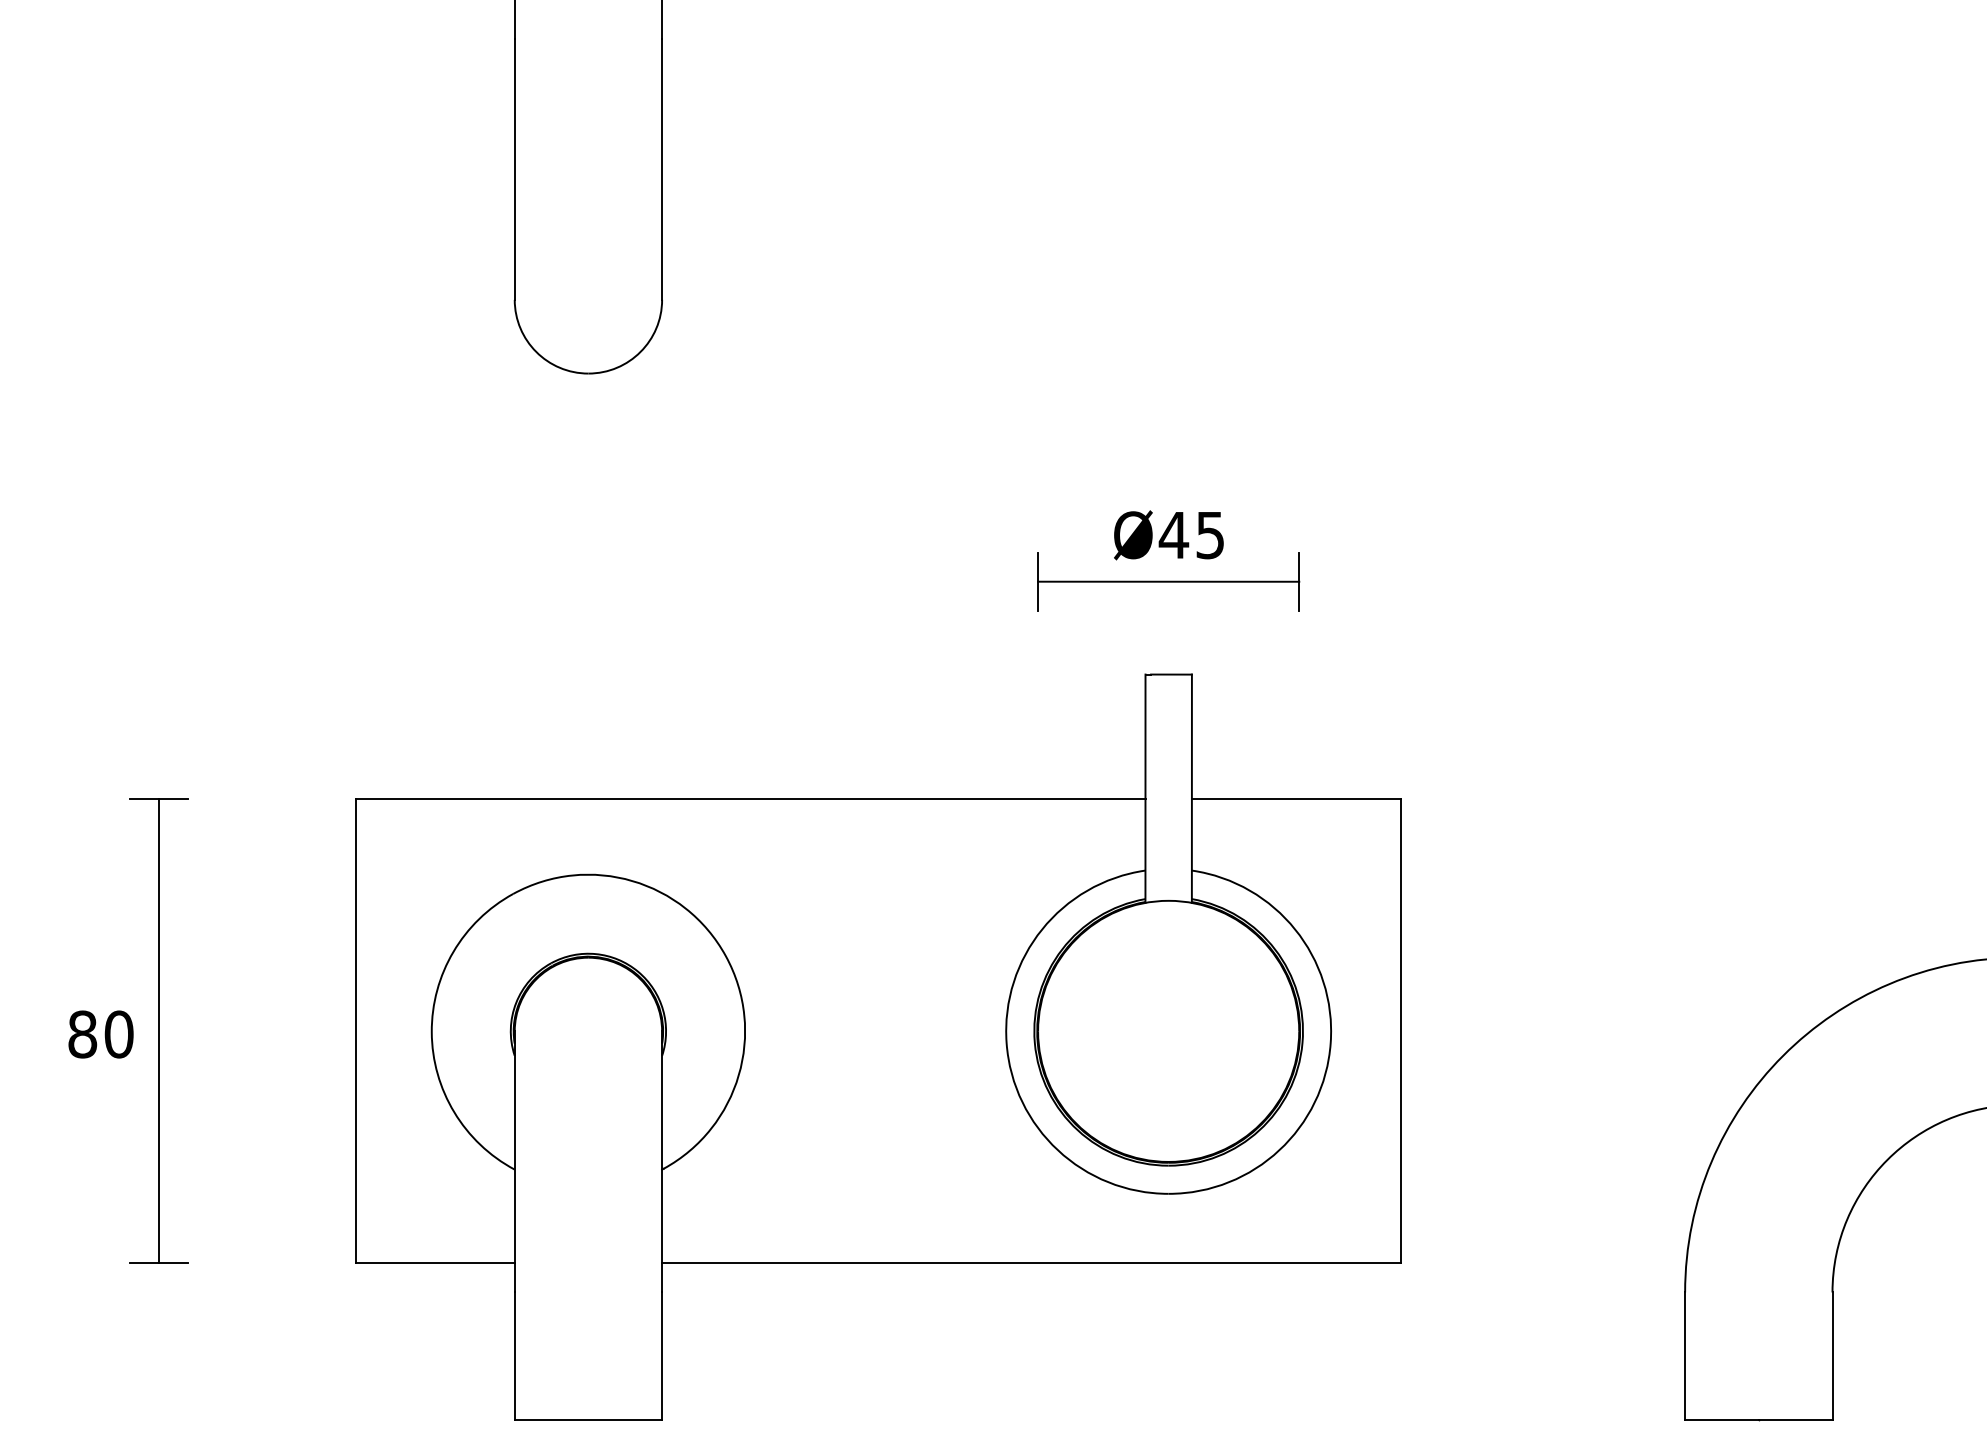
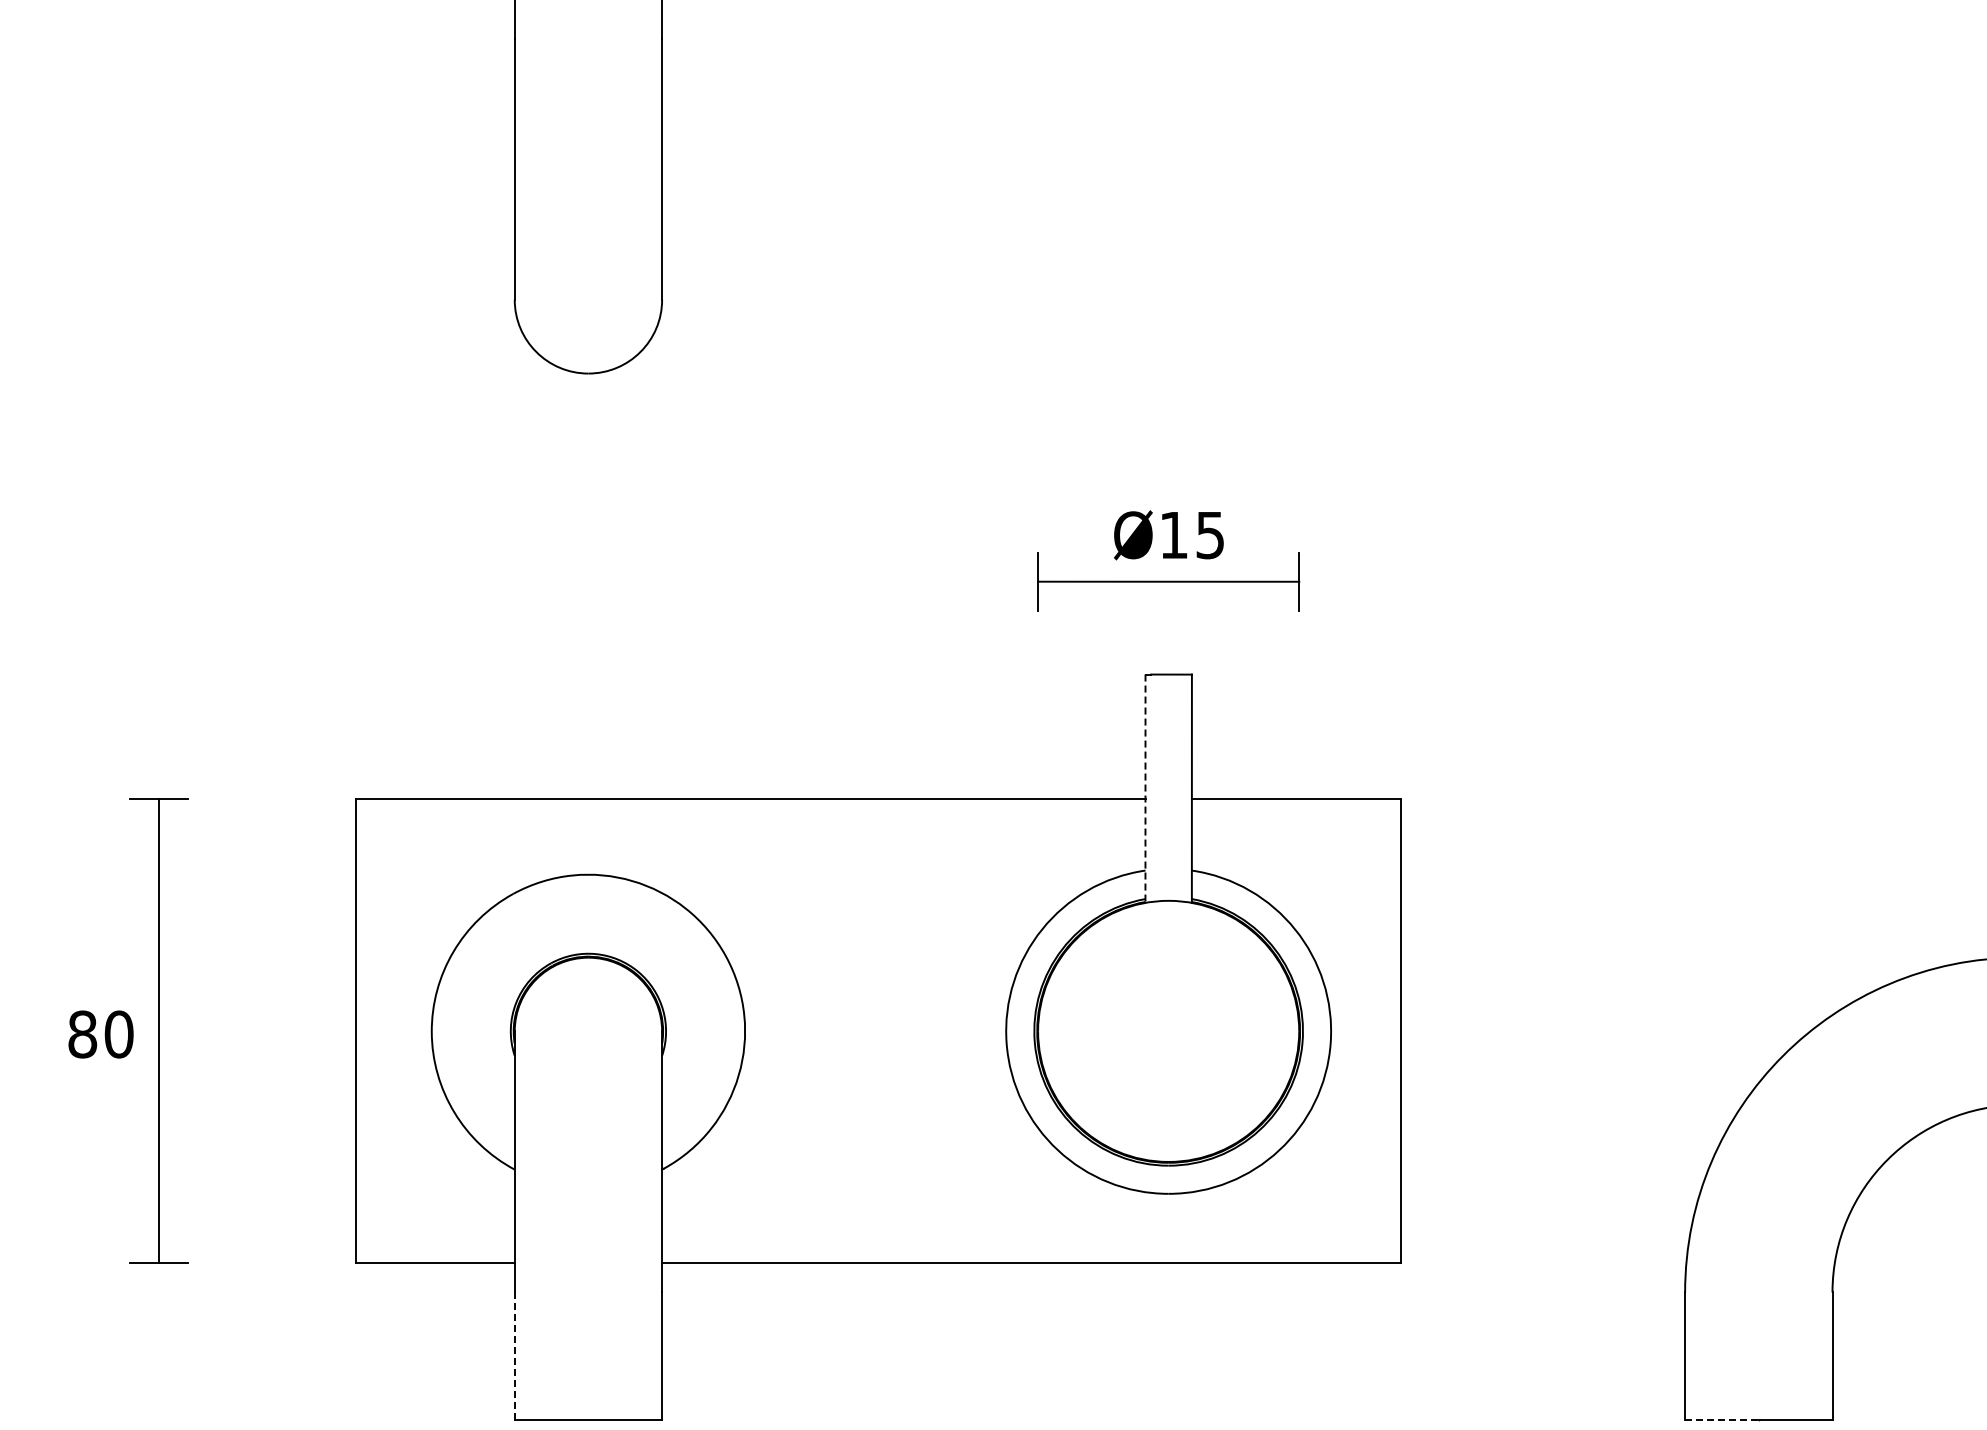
text at (1173, 535): Ø45 -> Ø15
line at (1145, 789): solid -> dashed
line at (514, 1356): solid -> dashed
line at (1721, 1420): solid -> dashed
